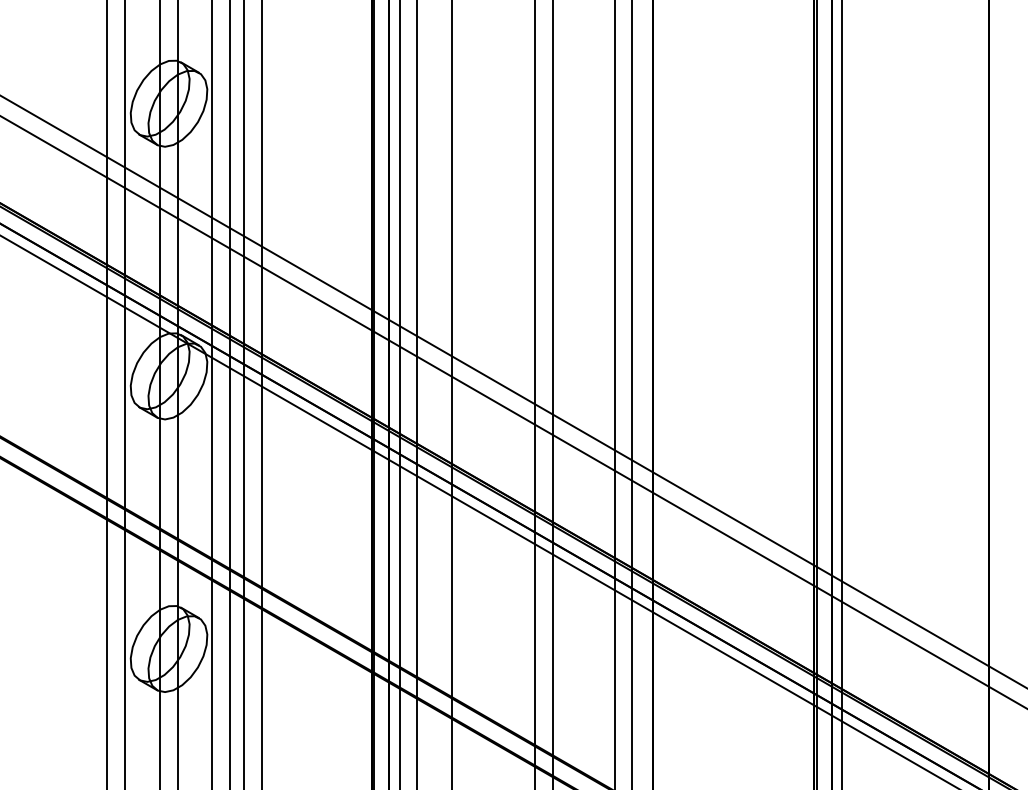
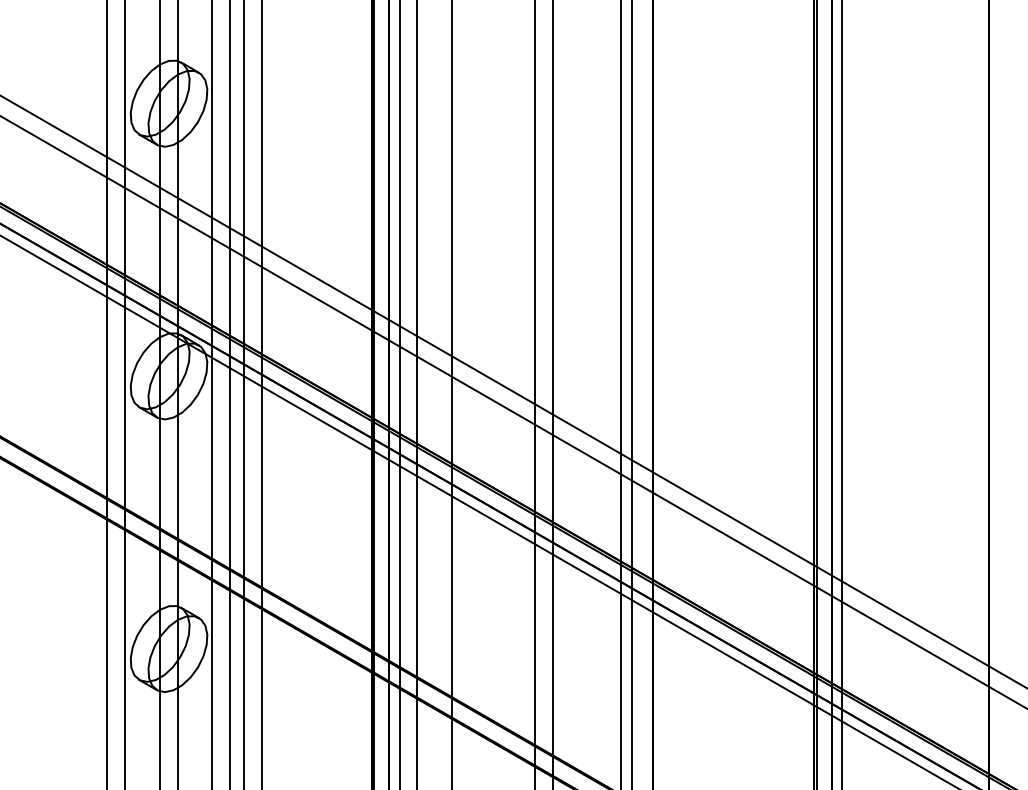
line at (614, 394) position: (614, 394) -> (620, 394)
